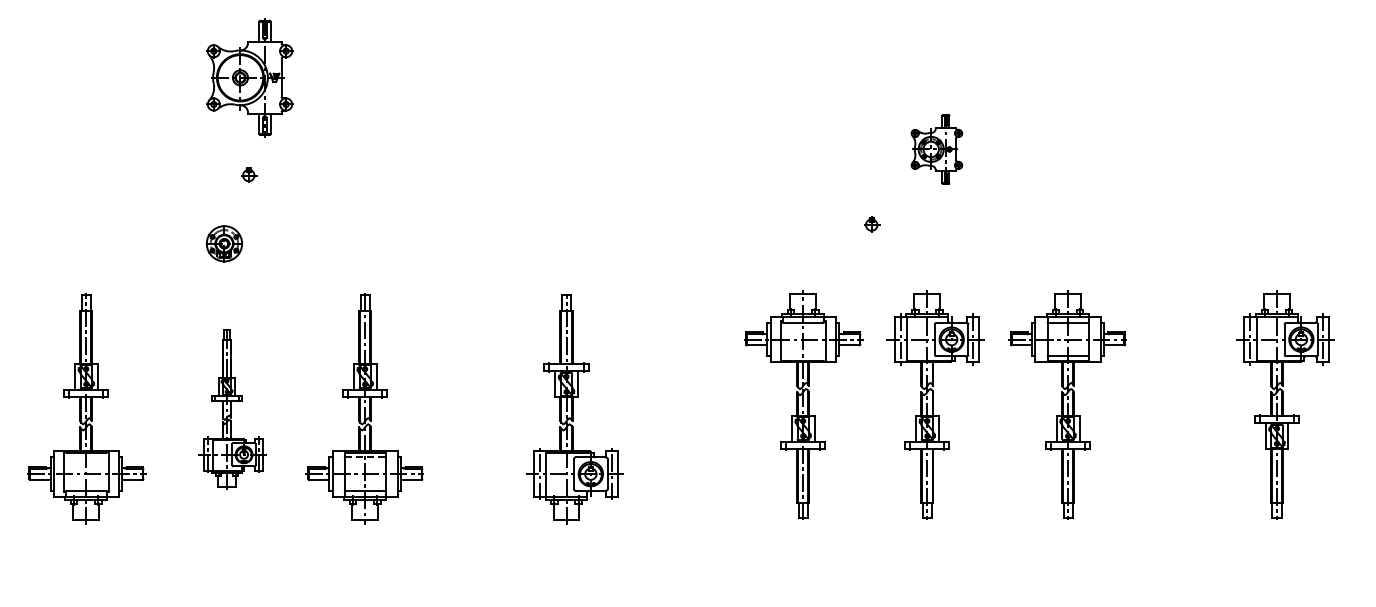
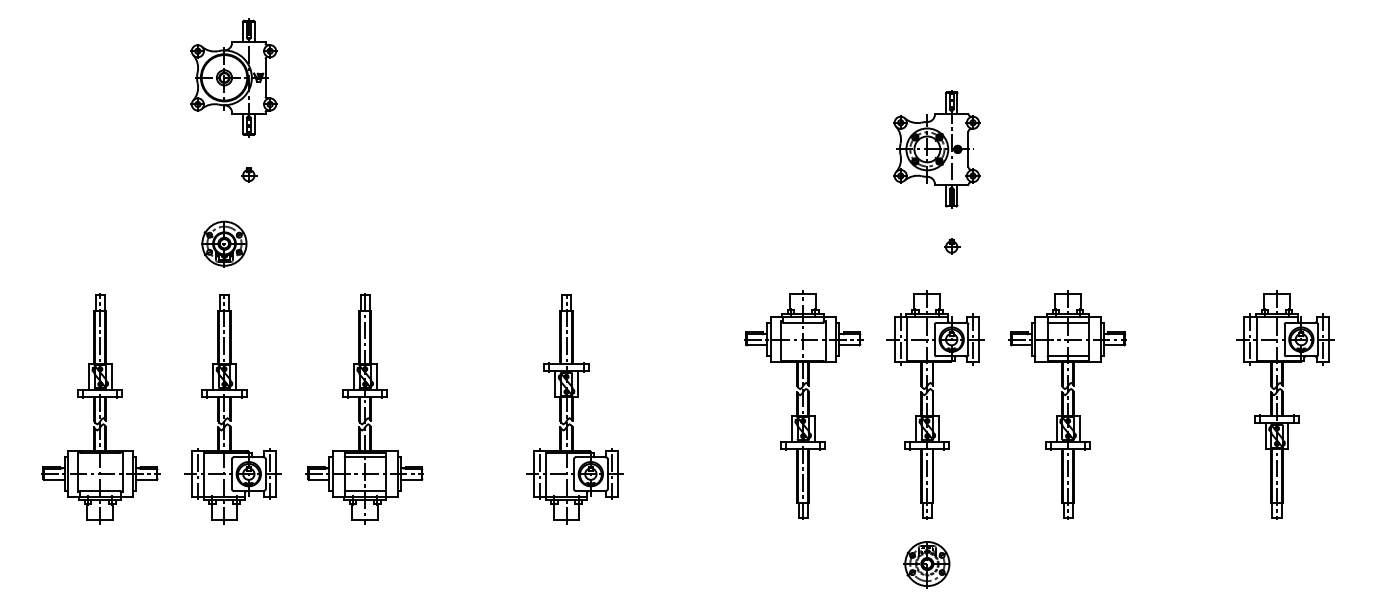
part at (249, 77) position: (249, 77) -> (233, 77)
part at (936, 149) size: 54x71 px -> 88x119 px
part at (872, 224) position: (872, 224) -> (952, 246)
part at (224, 243) size: 37x38 px -> 47x48 px
part at (86, 408) position: (86, 408) -> (100, 408)
part at (232, 409) size: 69x161 px -> 98x231 px
line at (365, 457): dashed -> solid
part at (926, 564): none -> present
